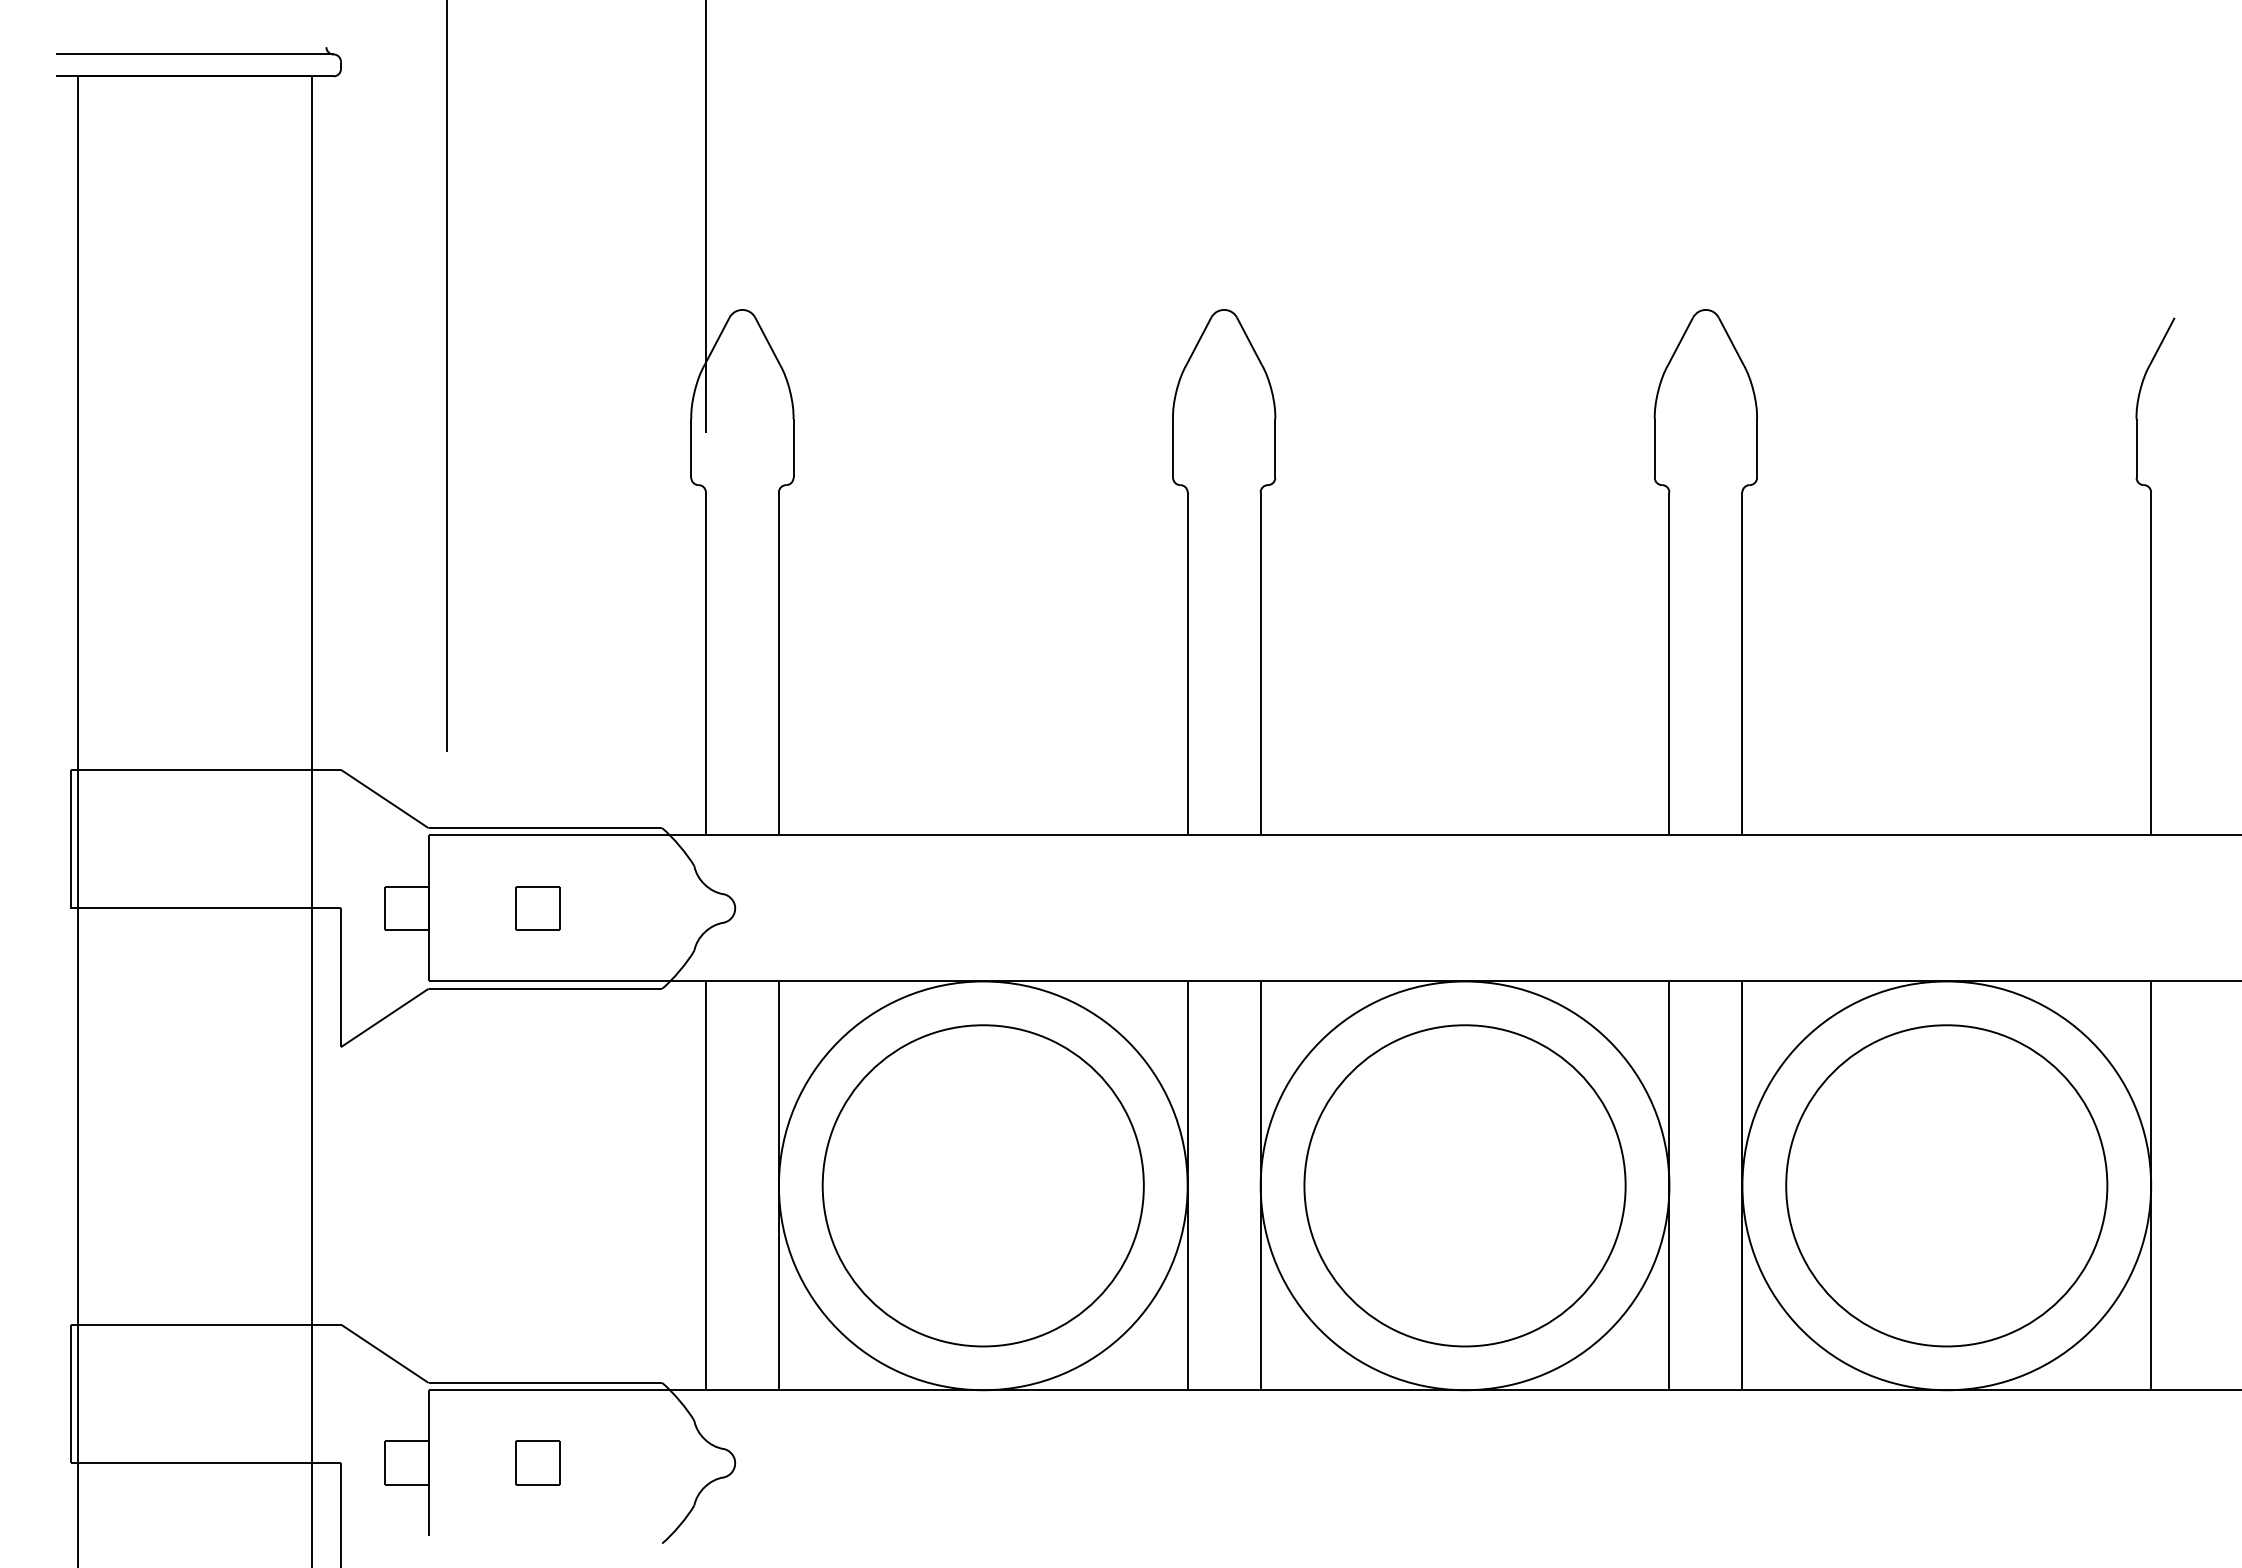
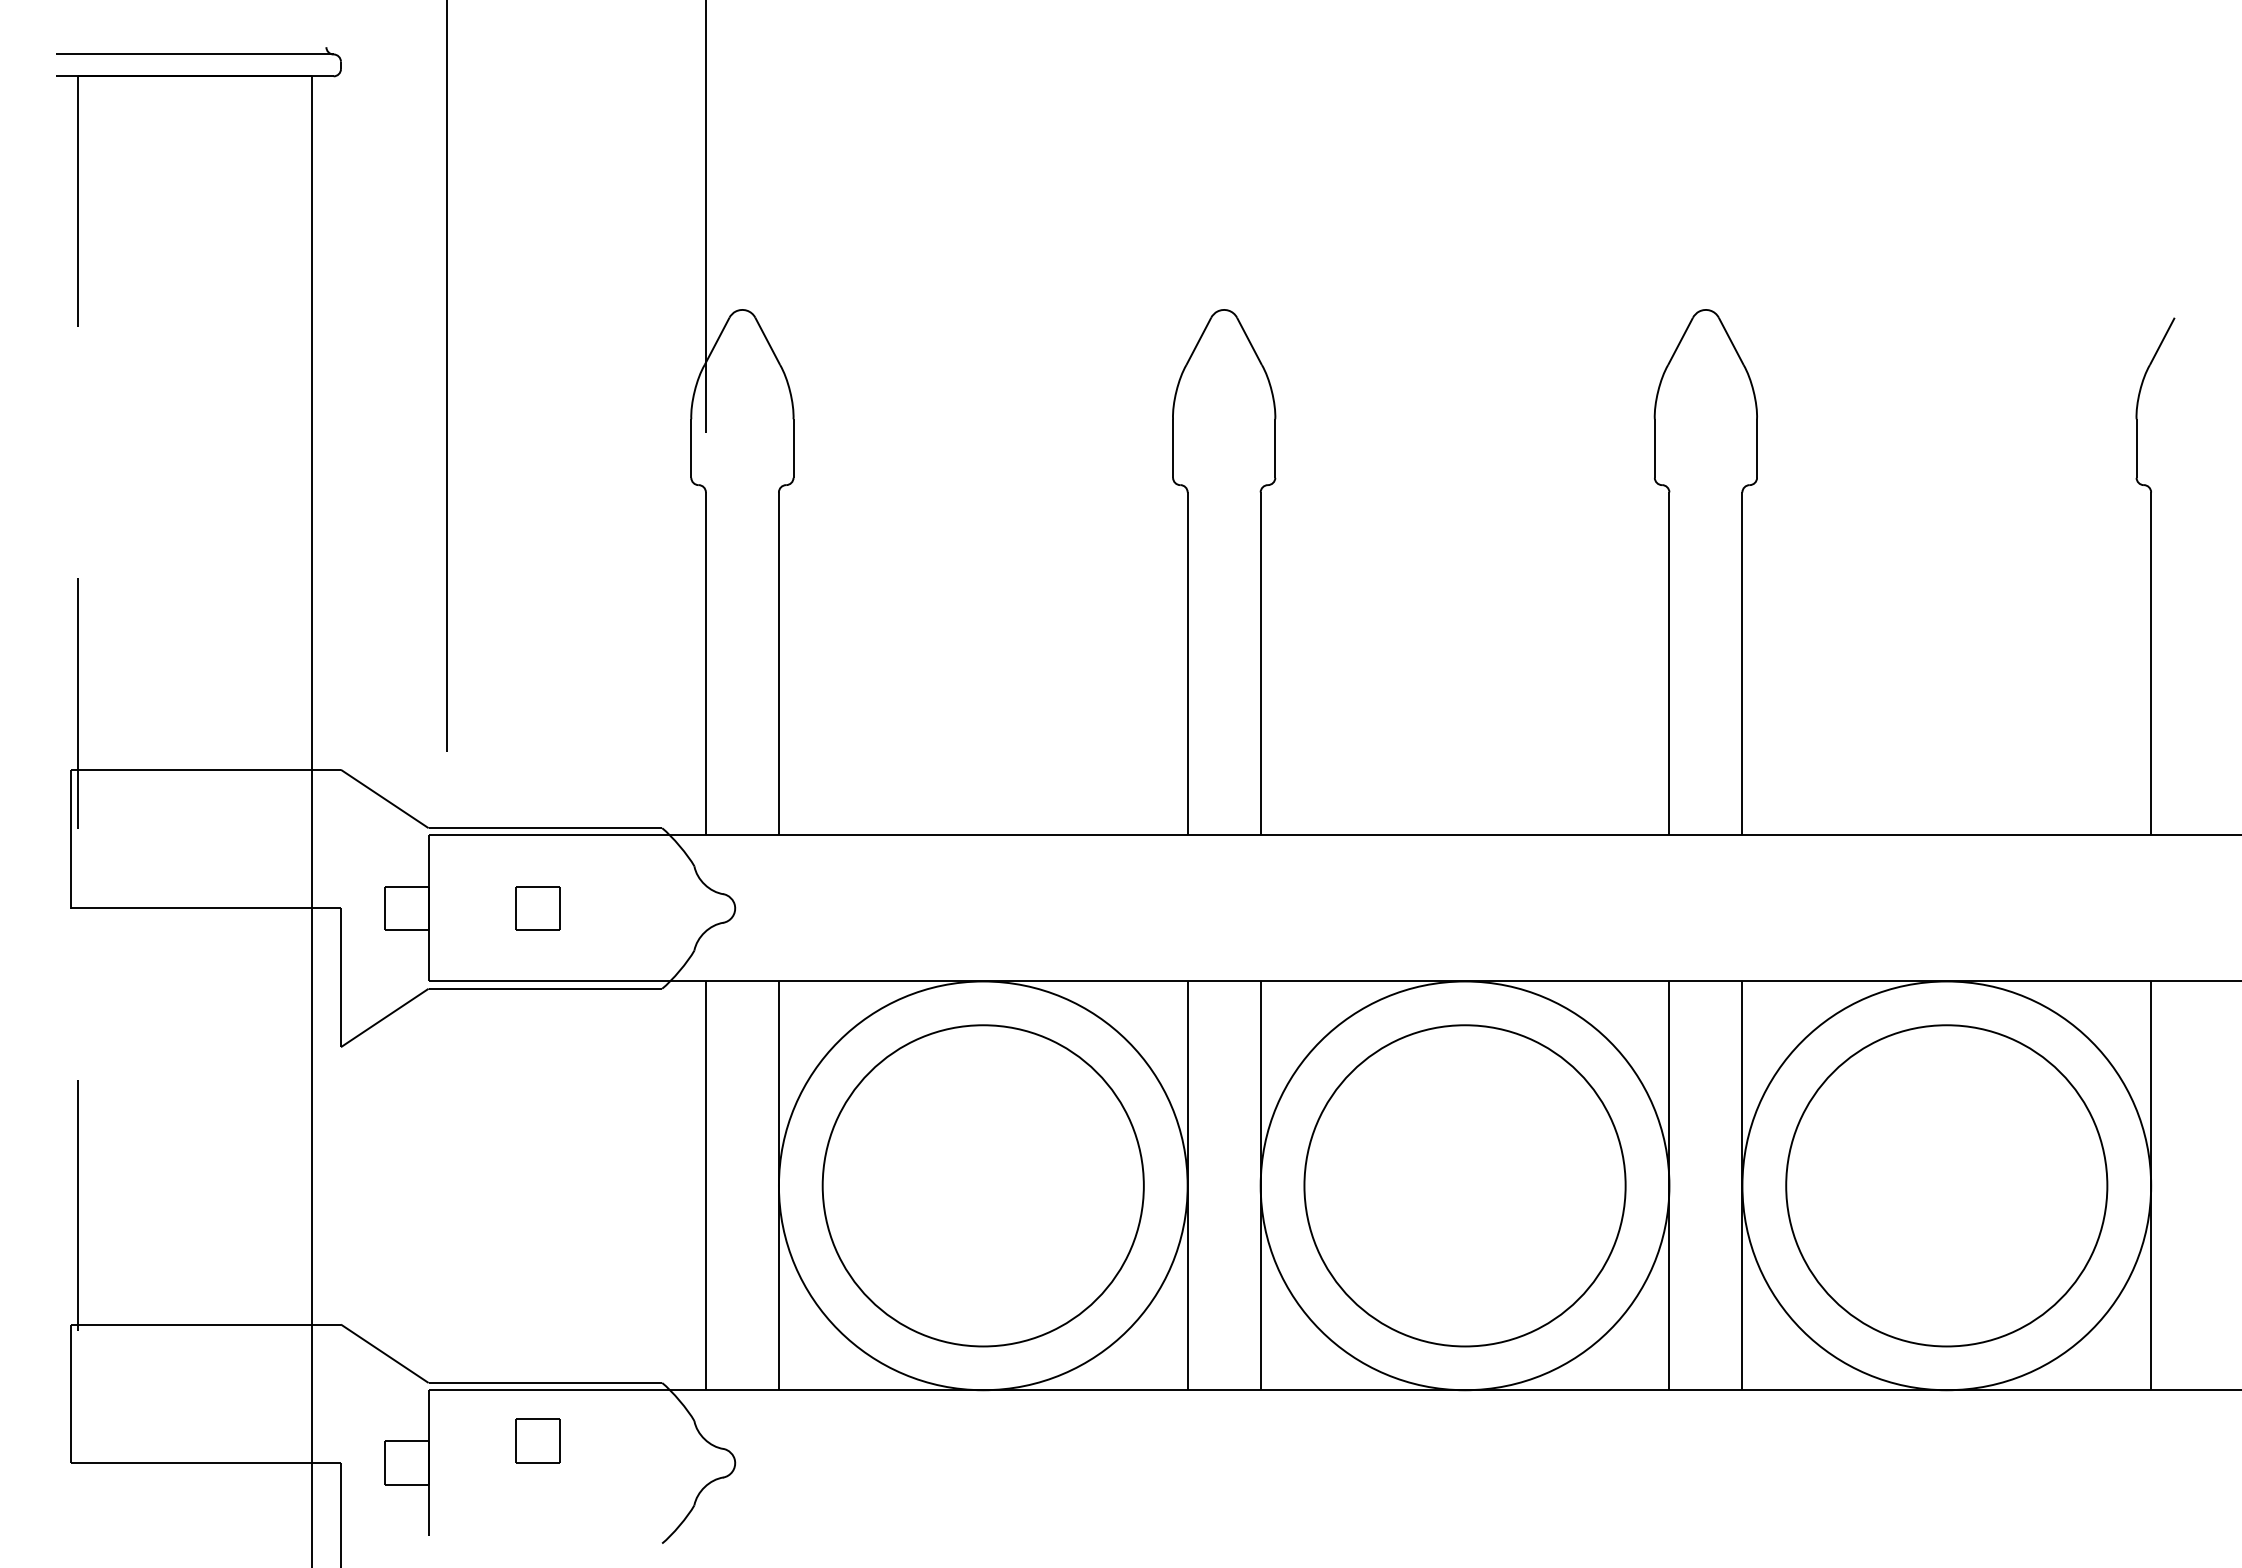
line at (78, 822): solid -> dashed
part at (537, 1462) position: (537, 1462) -> (537, 1440)
